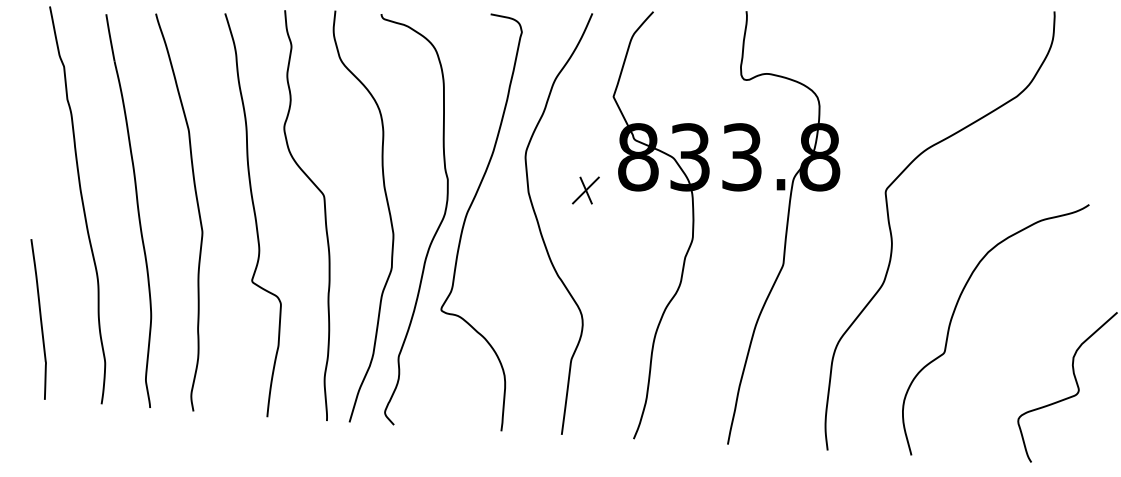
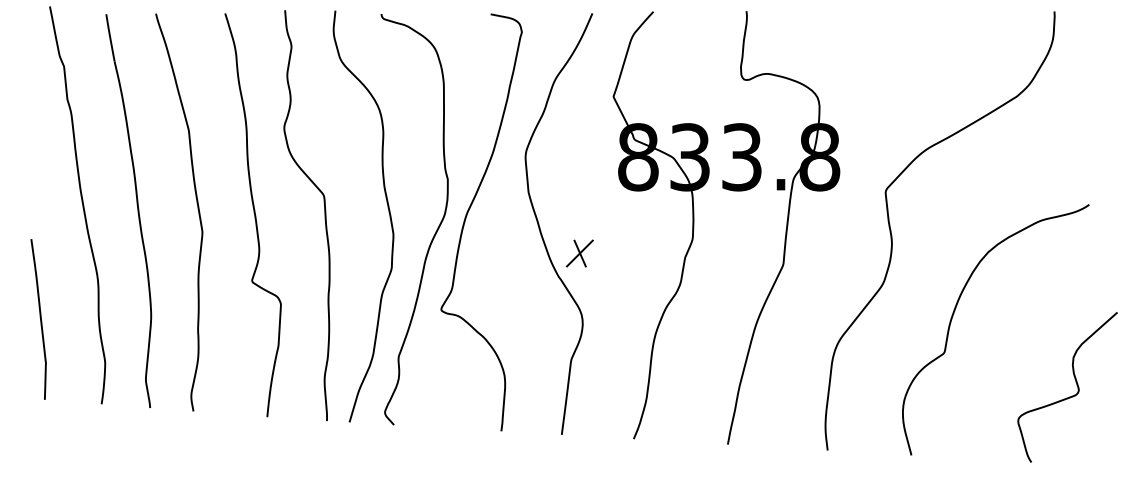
part at (585, 190) position: (585, 190) -> (579, 253)
